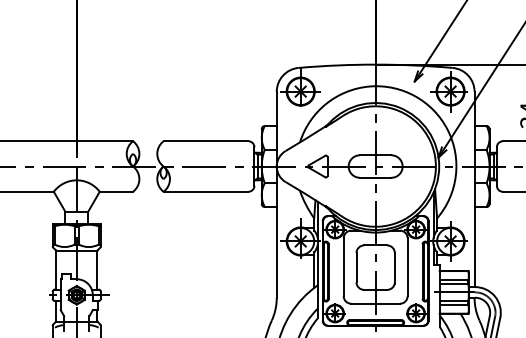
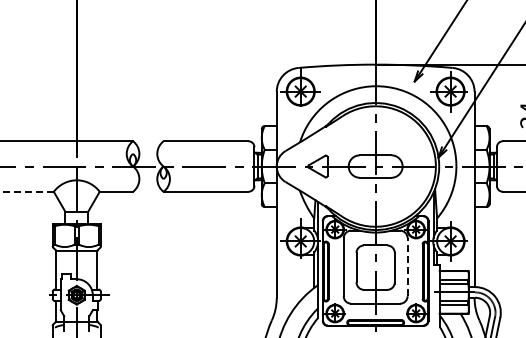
line at (26, 191): solid -> dashed
line at (407, 266): solid -> dashed
